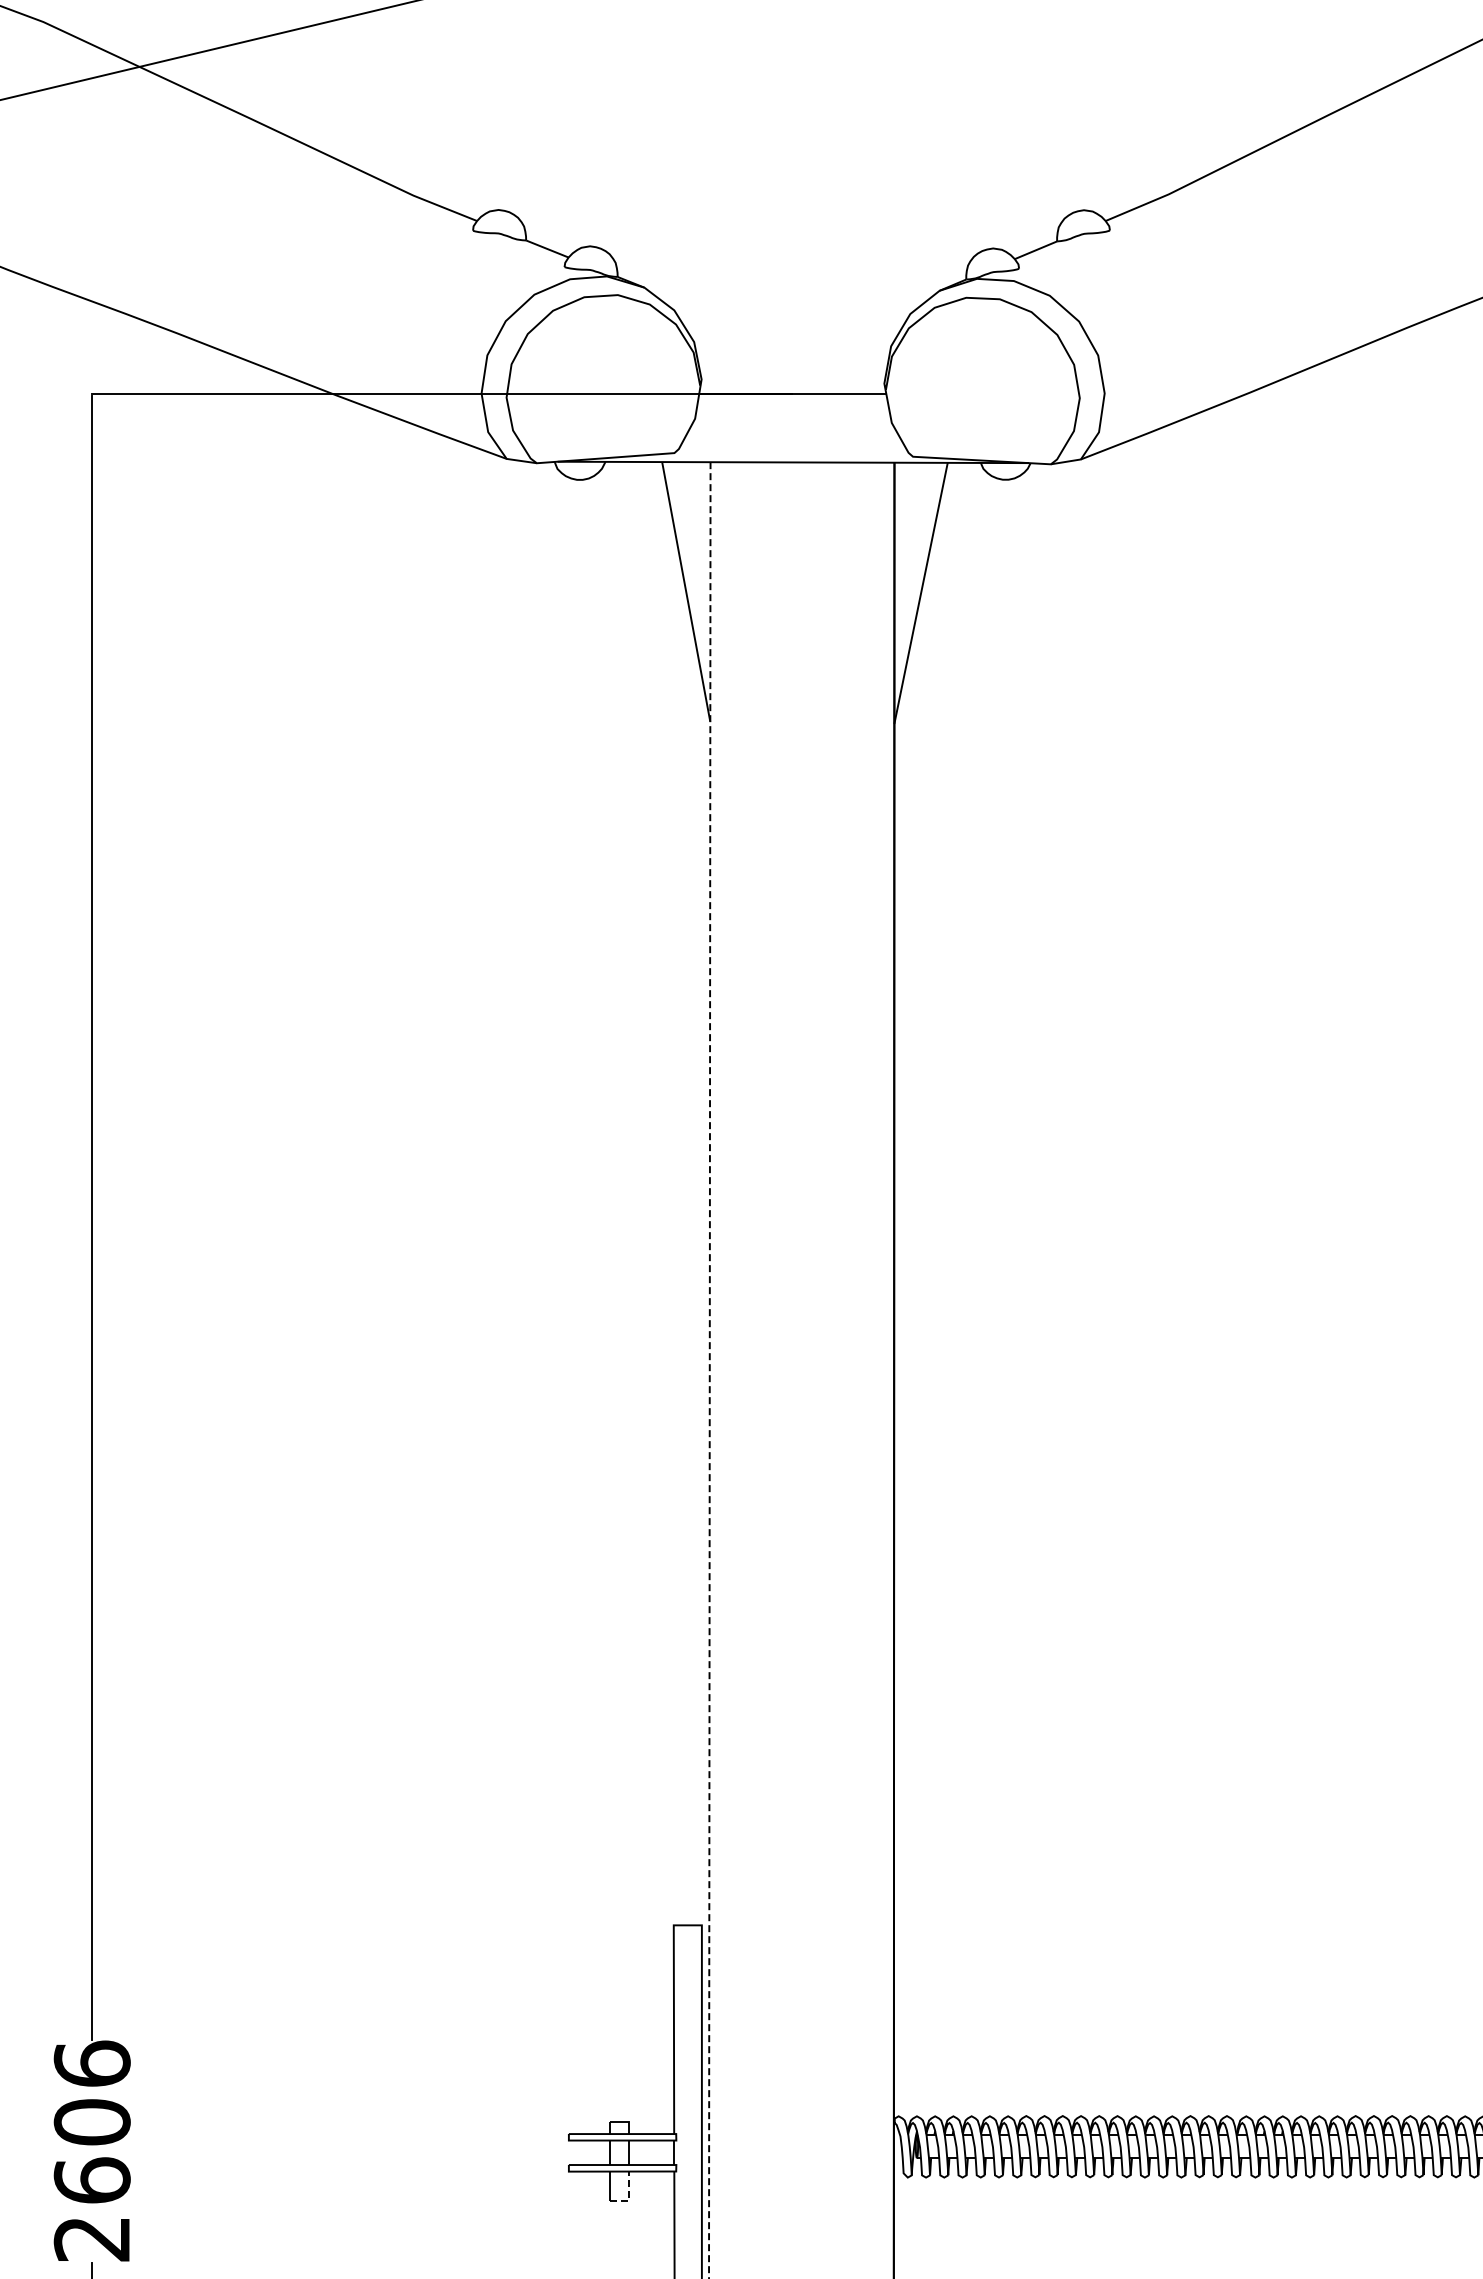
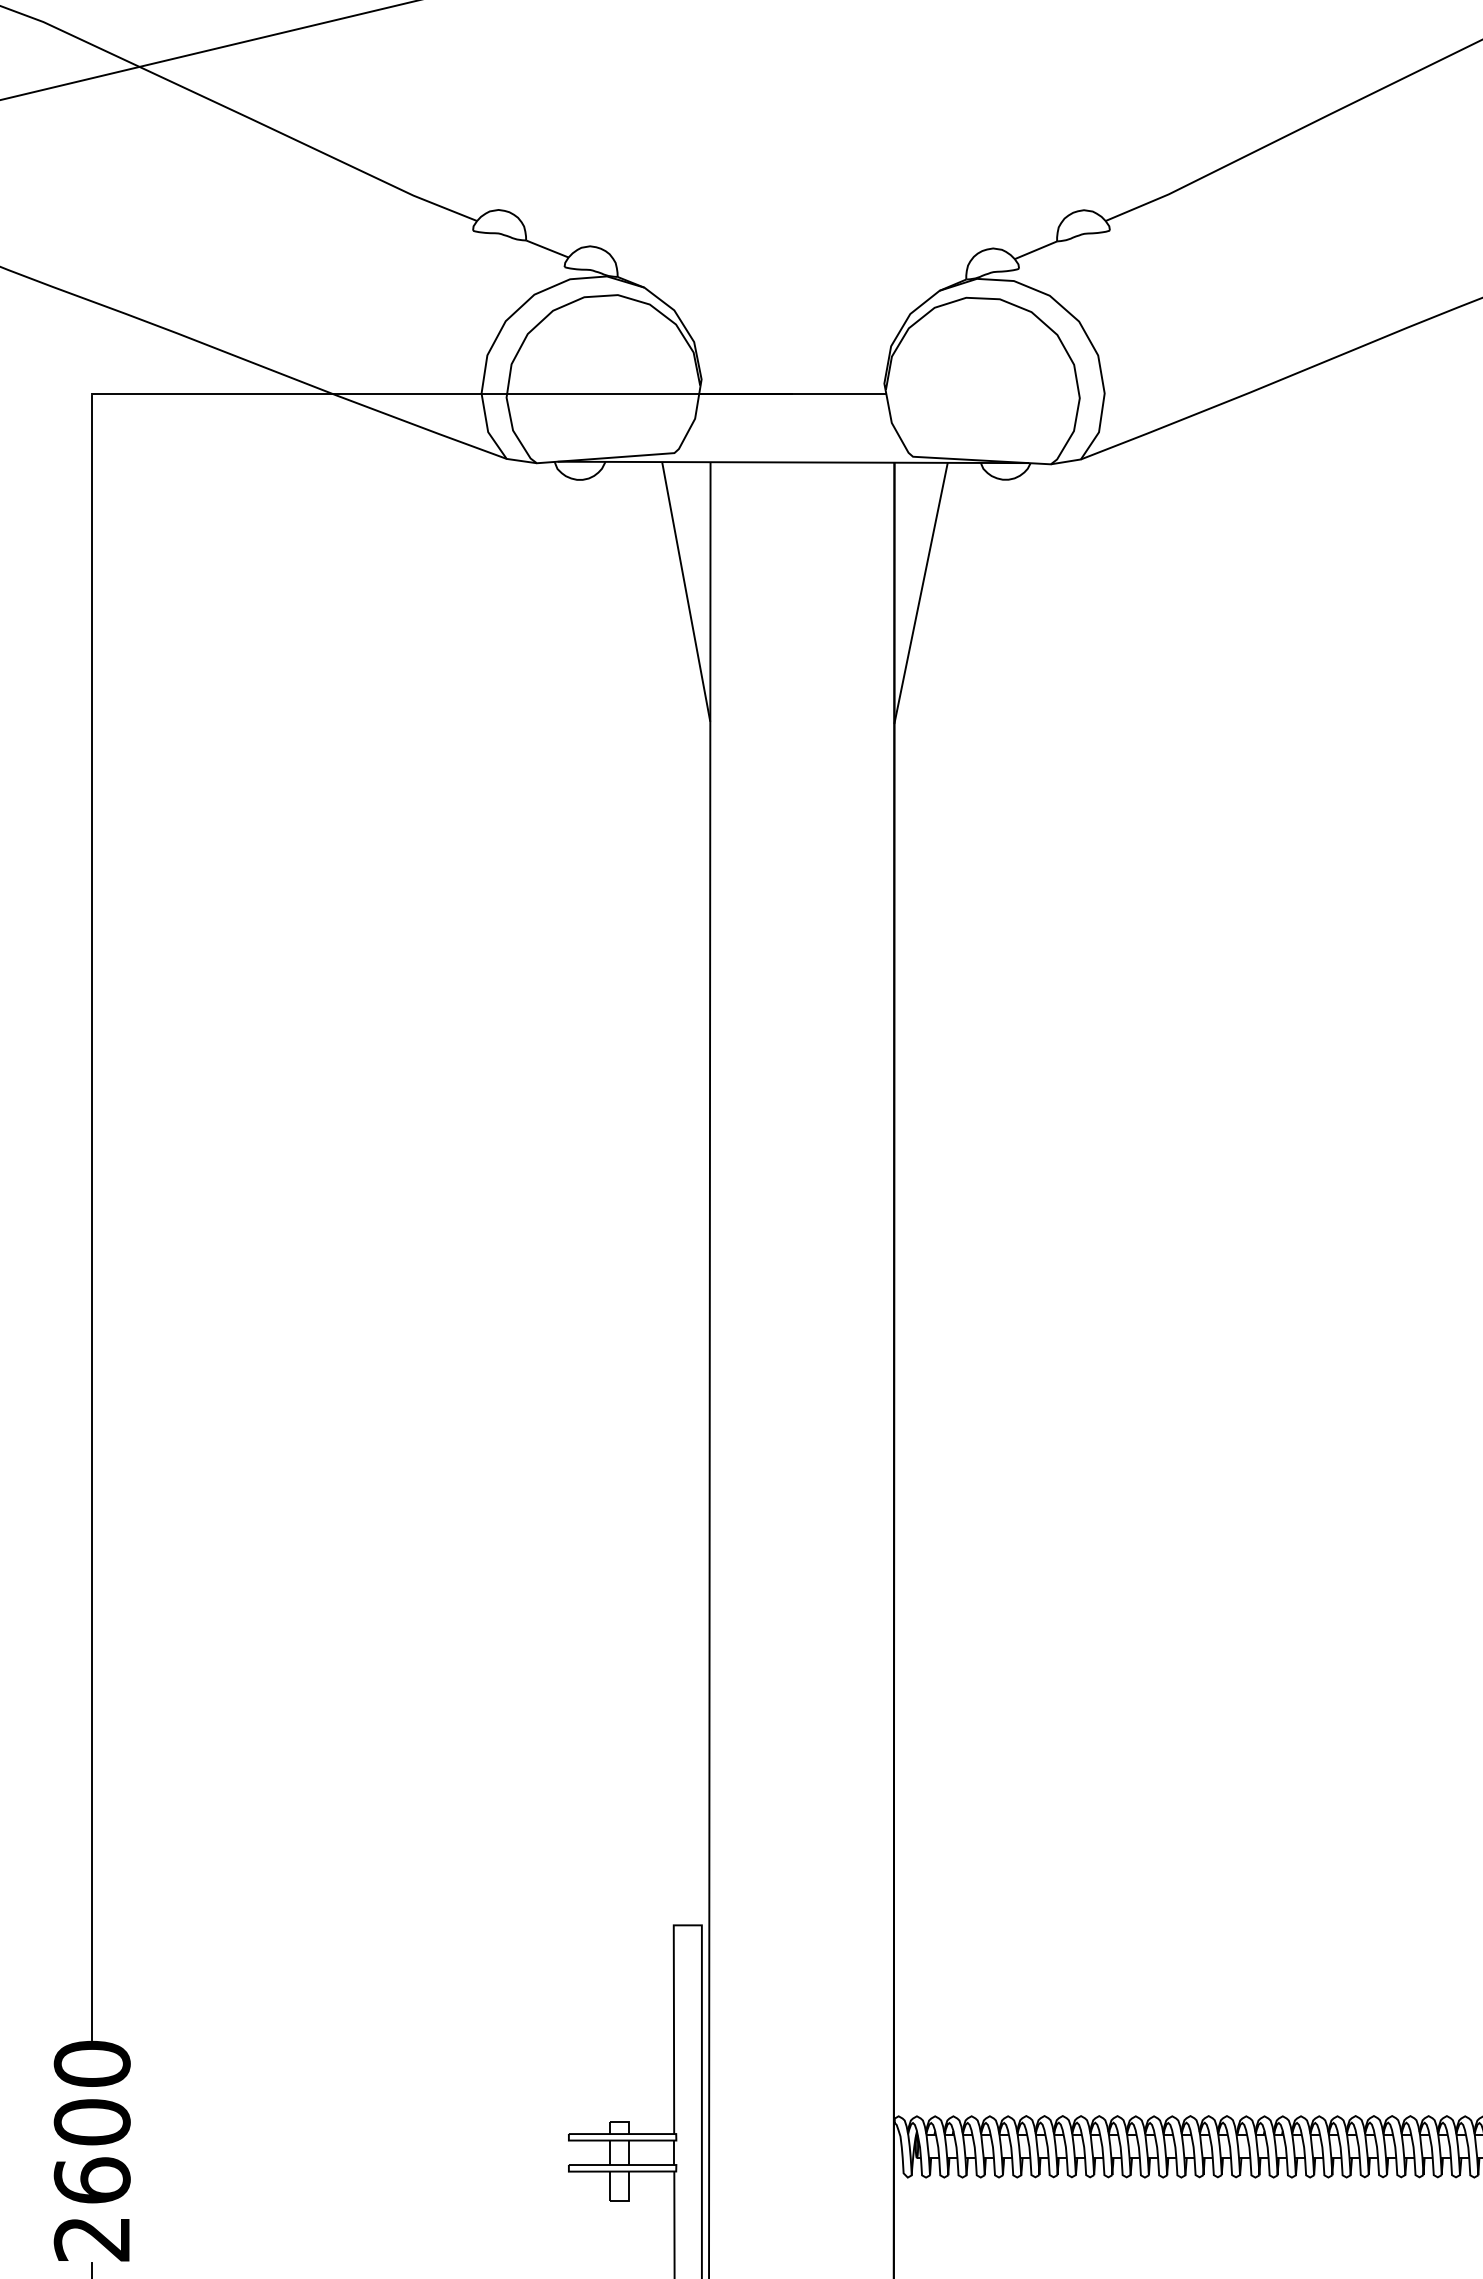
line at (709, 1370): dashed -> solid
text at (91, 2063): 2606 -> 2600
line at (628, 2195): dashed -> solid
